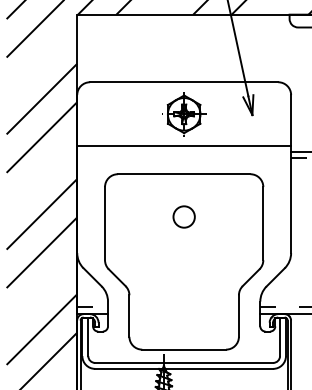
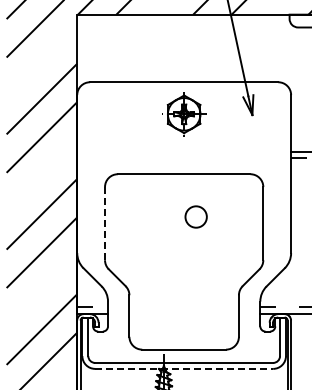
line at (184, 146): present -> none
circle at (183, 216) position: (183, 216) -> (195, 216)
line at (105, 223): solid -> dashed
line at (184, 368): solid -> dashed
